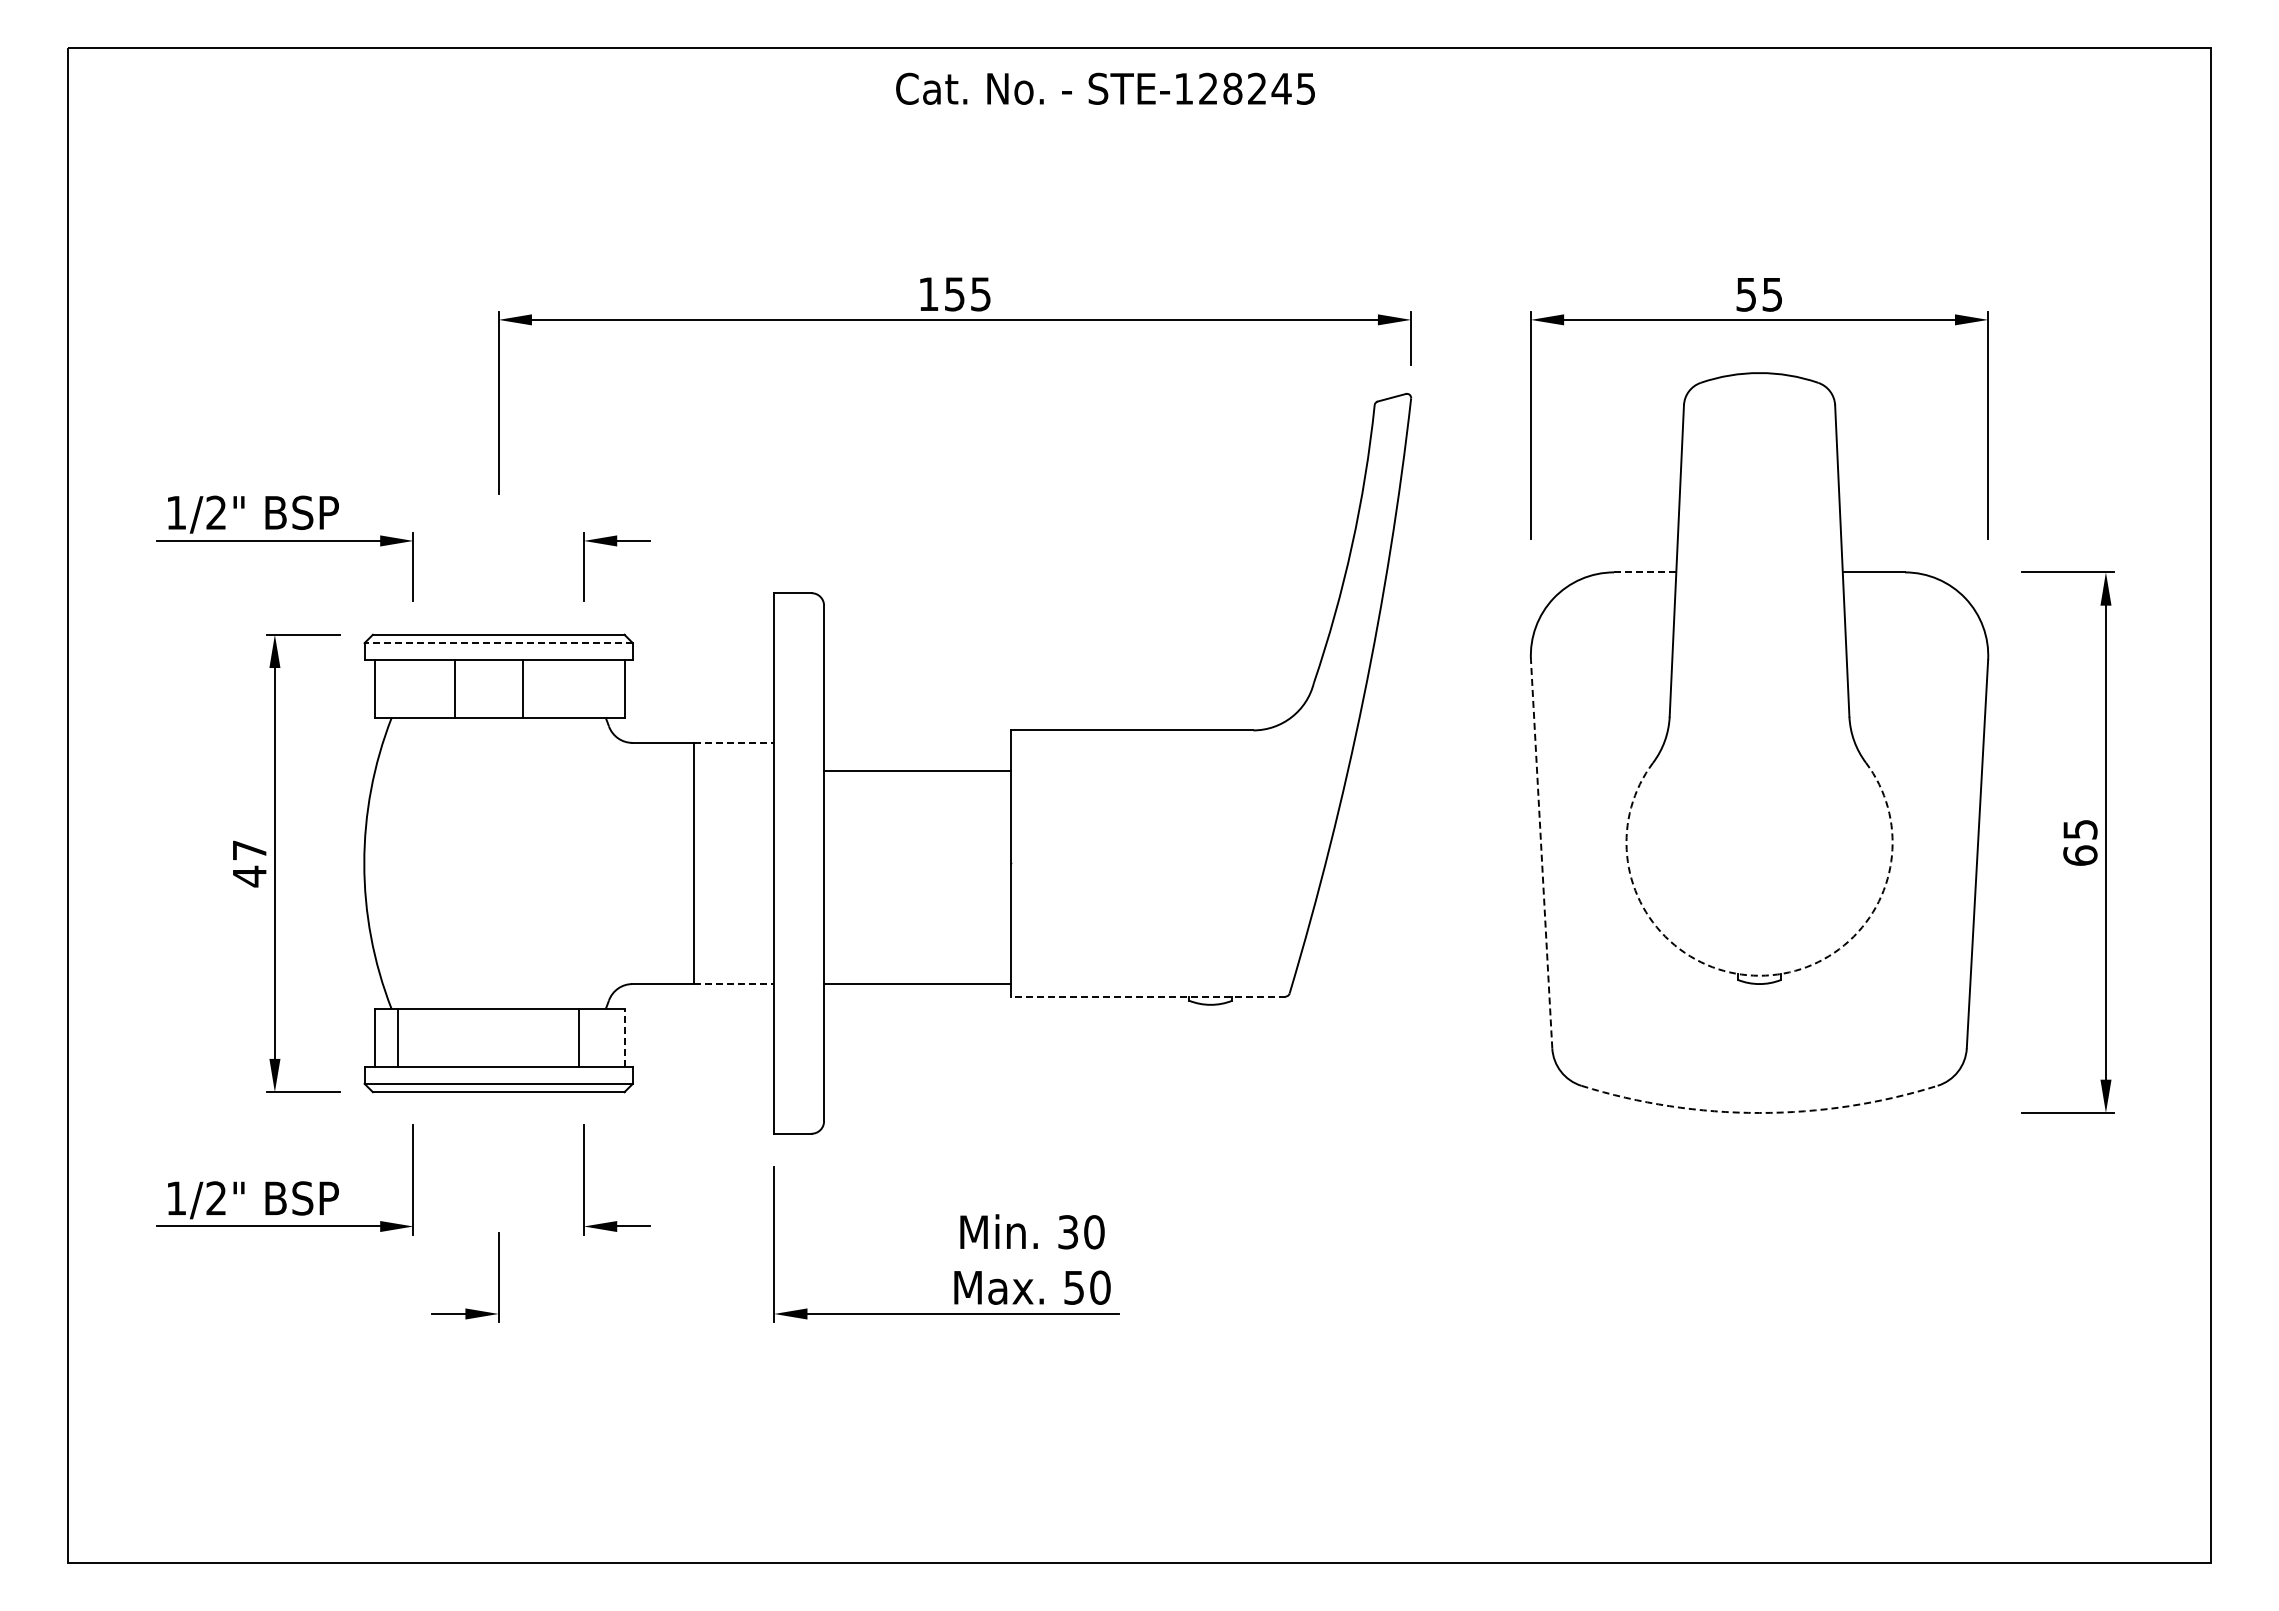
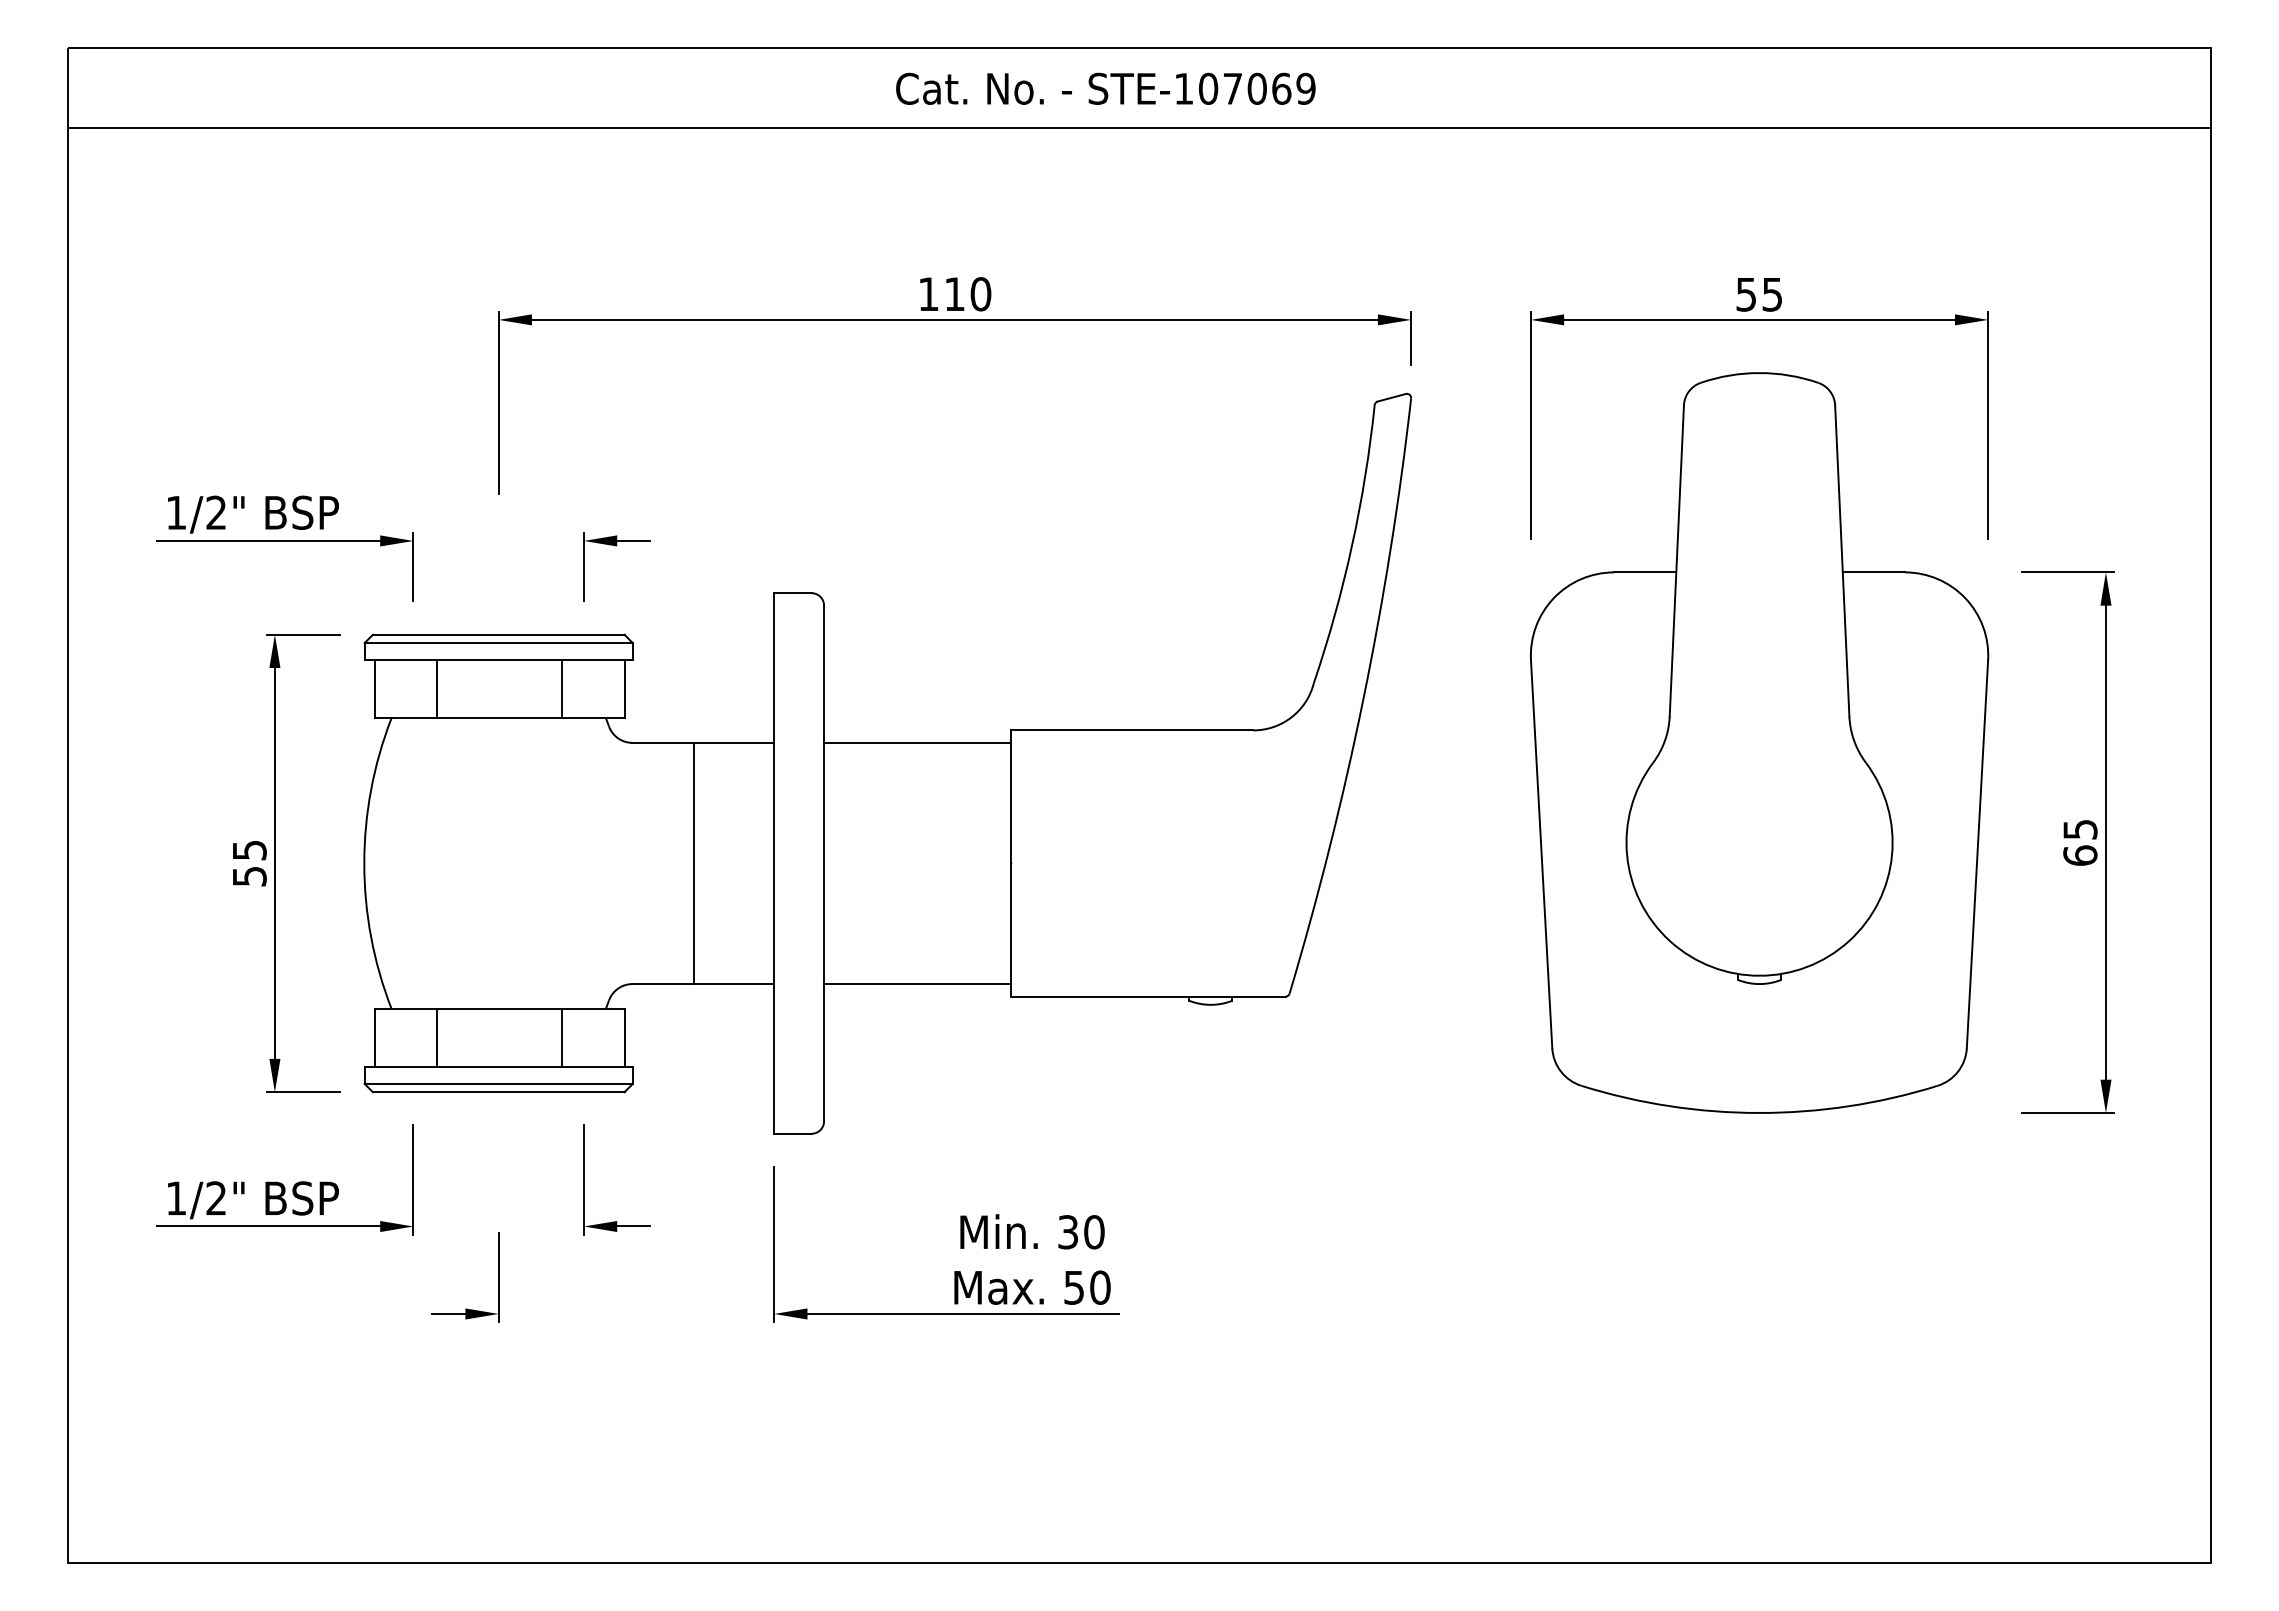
text at (1257, 88): STE-128245 -> STE-107069
line at (1139, 128): none -> present
text at (968, 294): 155 -> 110
line at (1645, 572): dashed -> solid
line at (498, 643): dashed -> solid
line at (455, 688) position: (455, 688) -> (437, 688)
line at (523, 688) position: (523, 688) -> (562, 688)
line at (734, 742): dashed -> solid
line at (917, 770) position: (917, 770) -> (917, 742)
line at (1541, 853): dashed -> solid
text at (249, 863): 47 -> 55
arc at (1759, 975): dashed -> solid
line at (734, 984): dashed -> solid
line at (1147, 996): dashed -> solid
line at (398, 1037) position: (398, 1037) -> (437, 1037)
line at (579, 1037) position: (579, 1037) -> (562, 1037)
line at (624, 1037): dashed -> solid
arc at (1759, 1112): dashed -> solid
